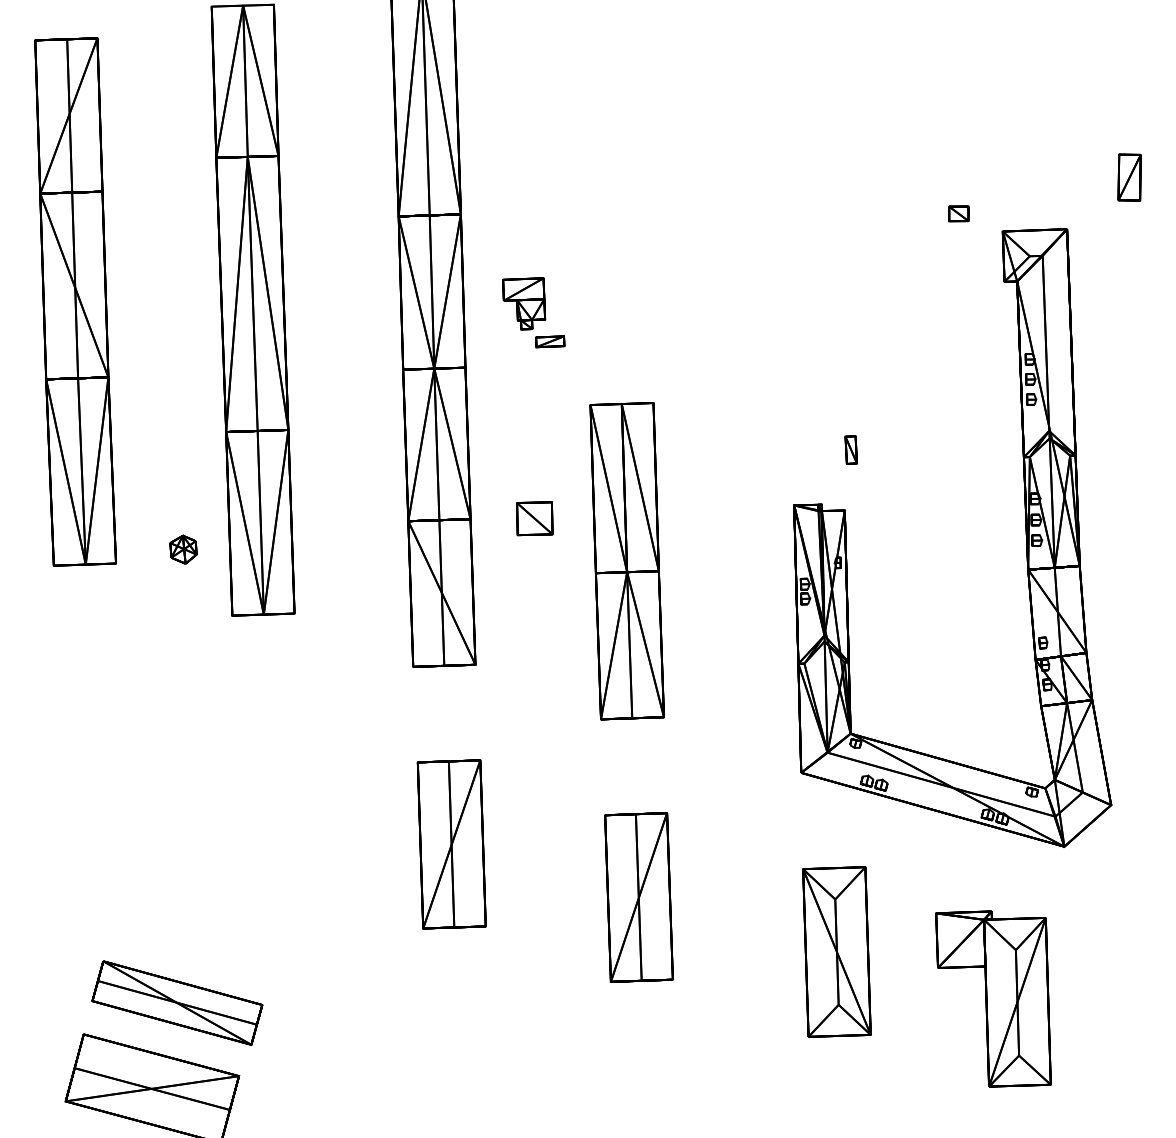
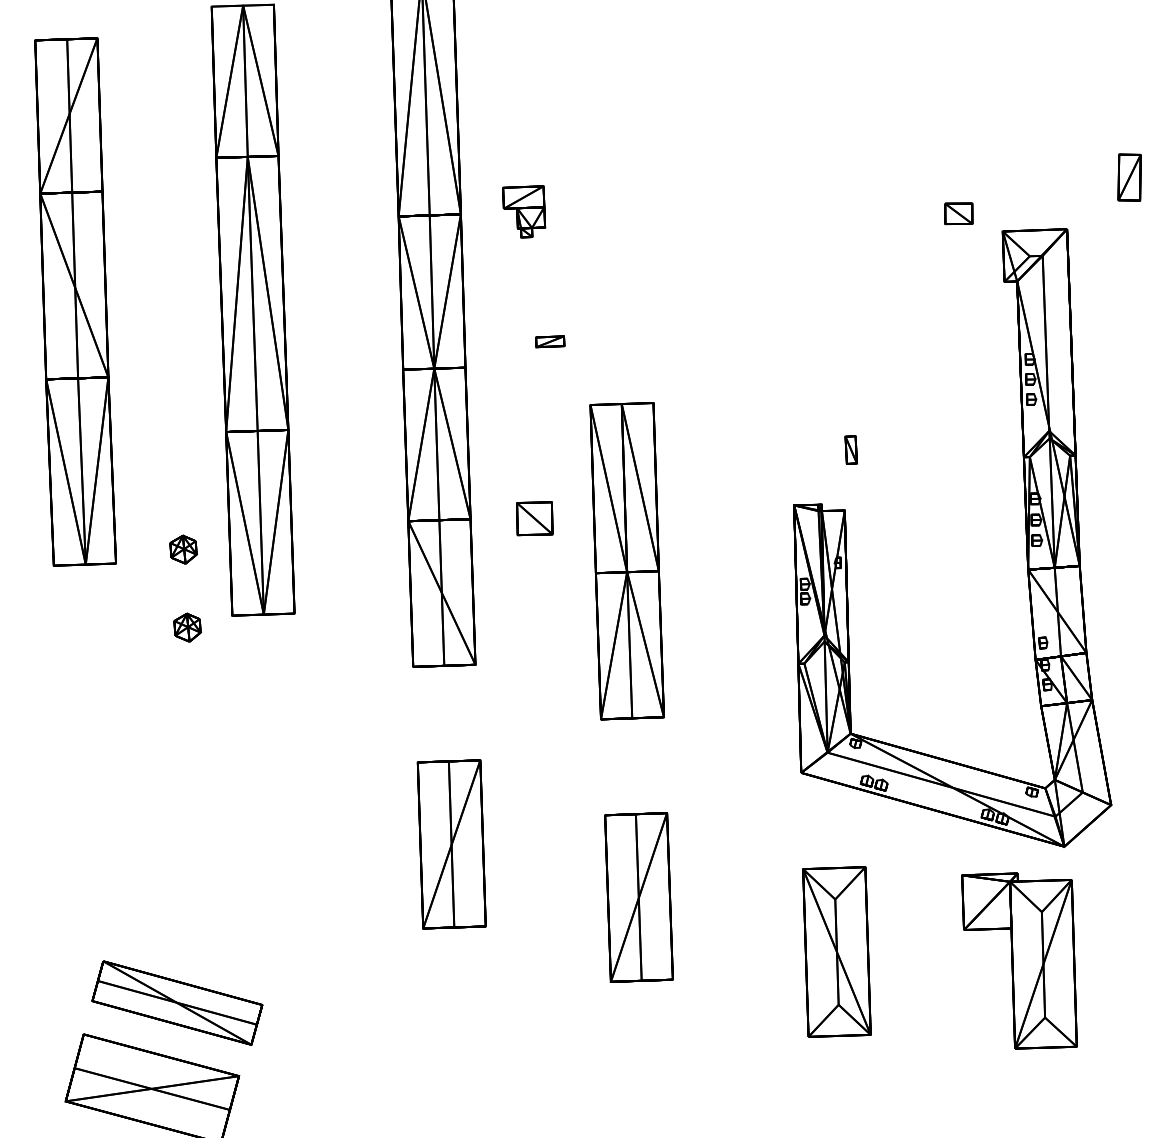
part at (958, 213) size: 22x18 px -> 30x24 px
part at (524, 303) position: (524, 303) -> (524, 211)
part at (187, 627): none -> present
part at (993, 998) position: (993, 998) -> (1019, 960)
